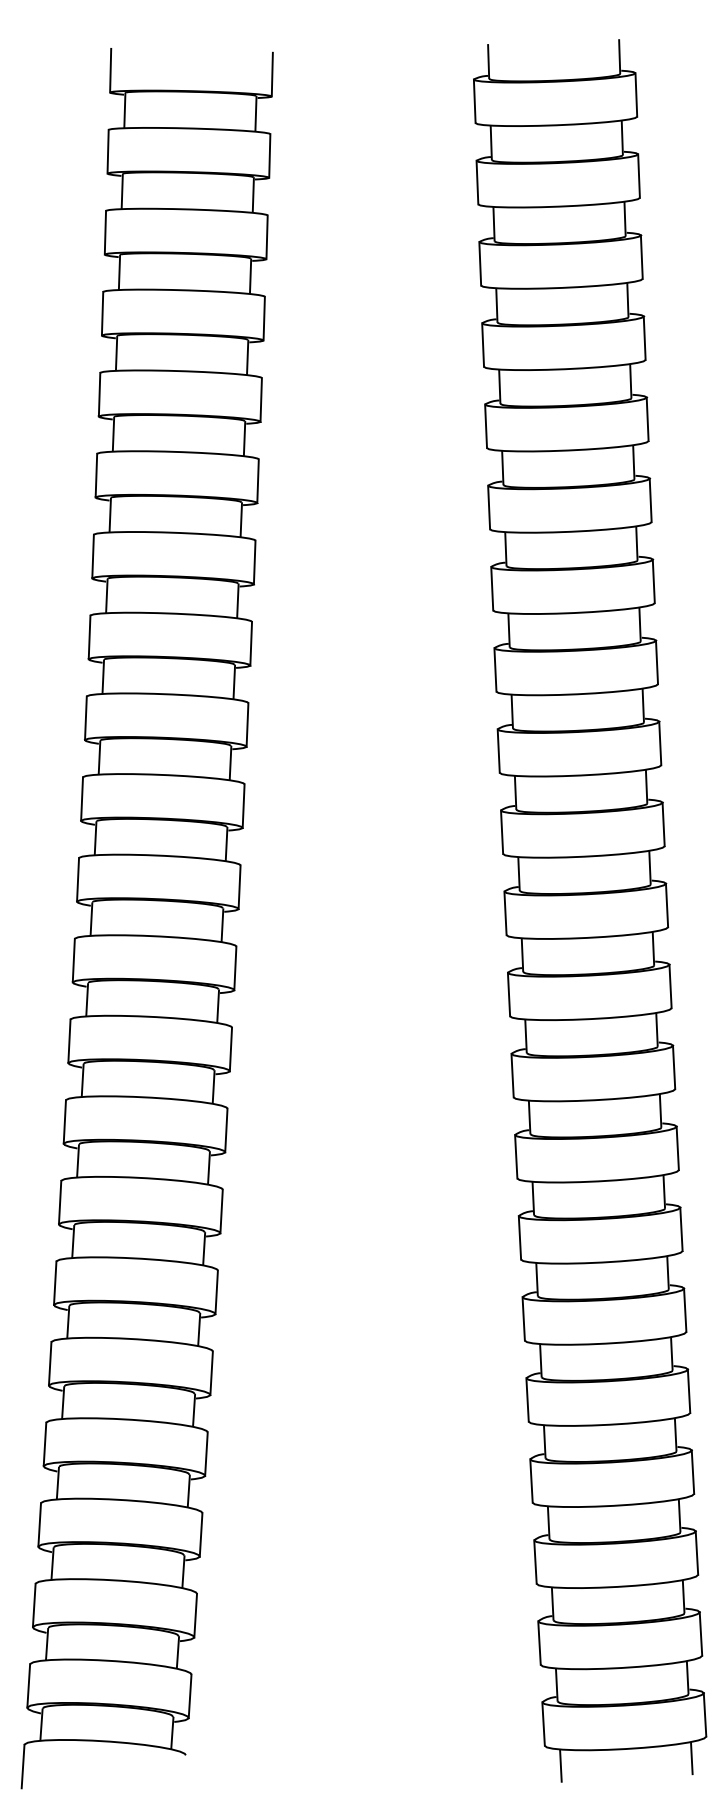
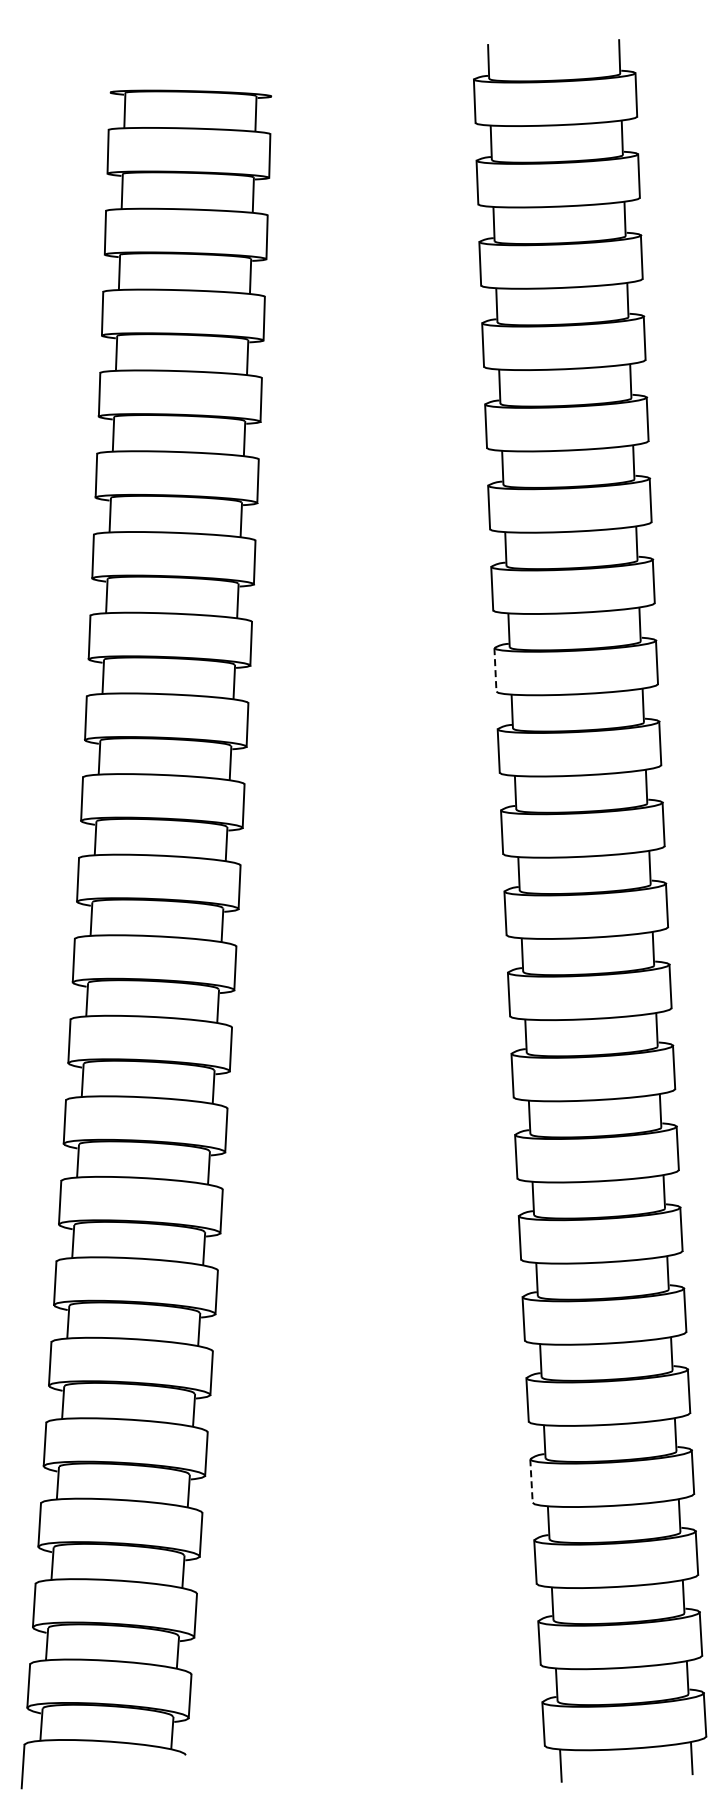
line at (110, 70): present -> none
line at (271, 74): present -> none
line at (495, 669): solid -> dashed
line at (531, 1481): solid -> dashed
